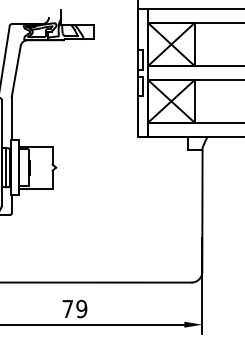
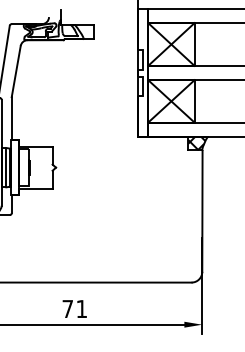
hatch at (196, 143): none -> present
text at (81, 308): 79 -> 71
